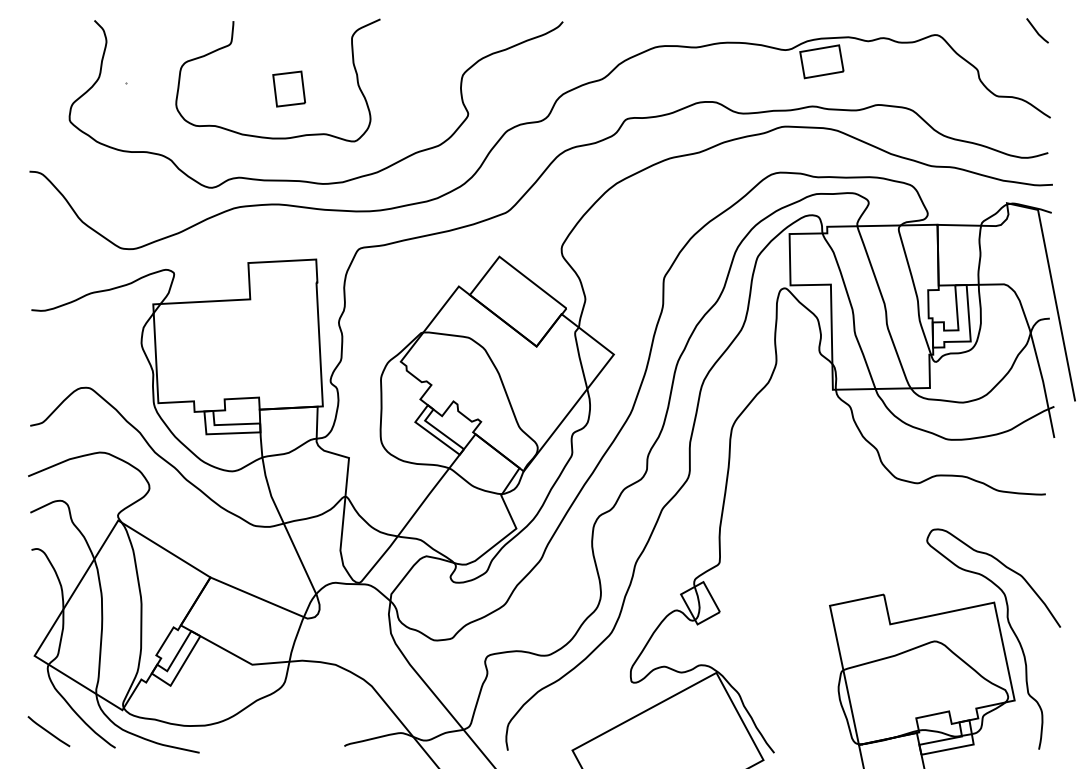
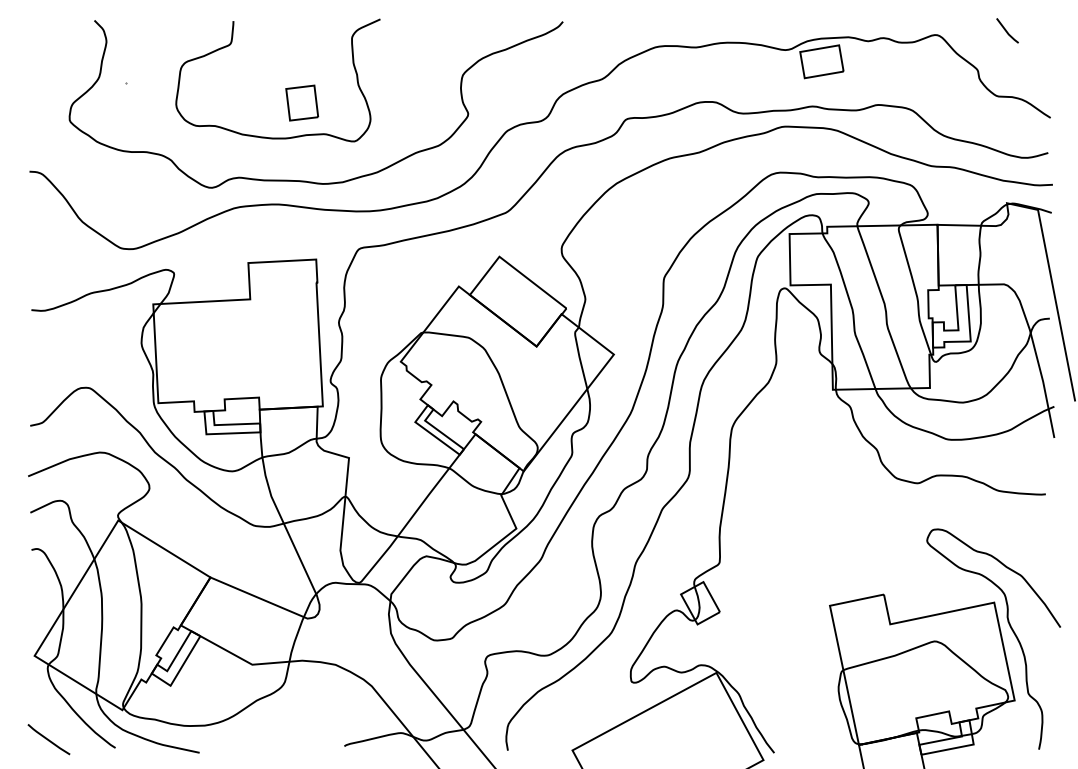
line at (1036, 30) position: (1036, 30) -> (1006, 30)
part at (289, 88) position: (289, 88) -> (302, 102)
line at (48, 731) position: (48, 731) -> (48, 739)
